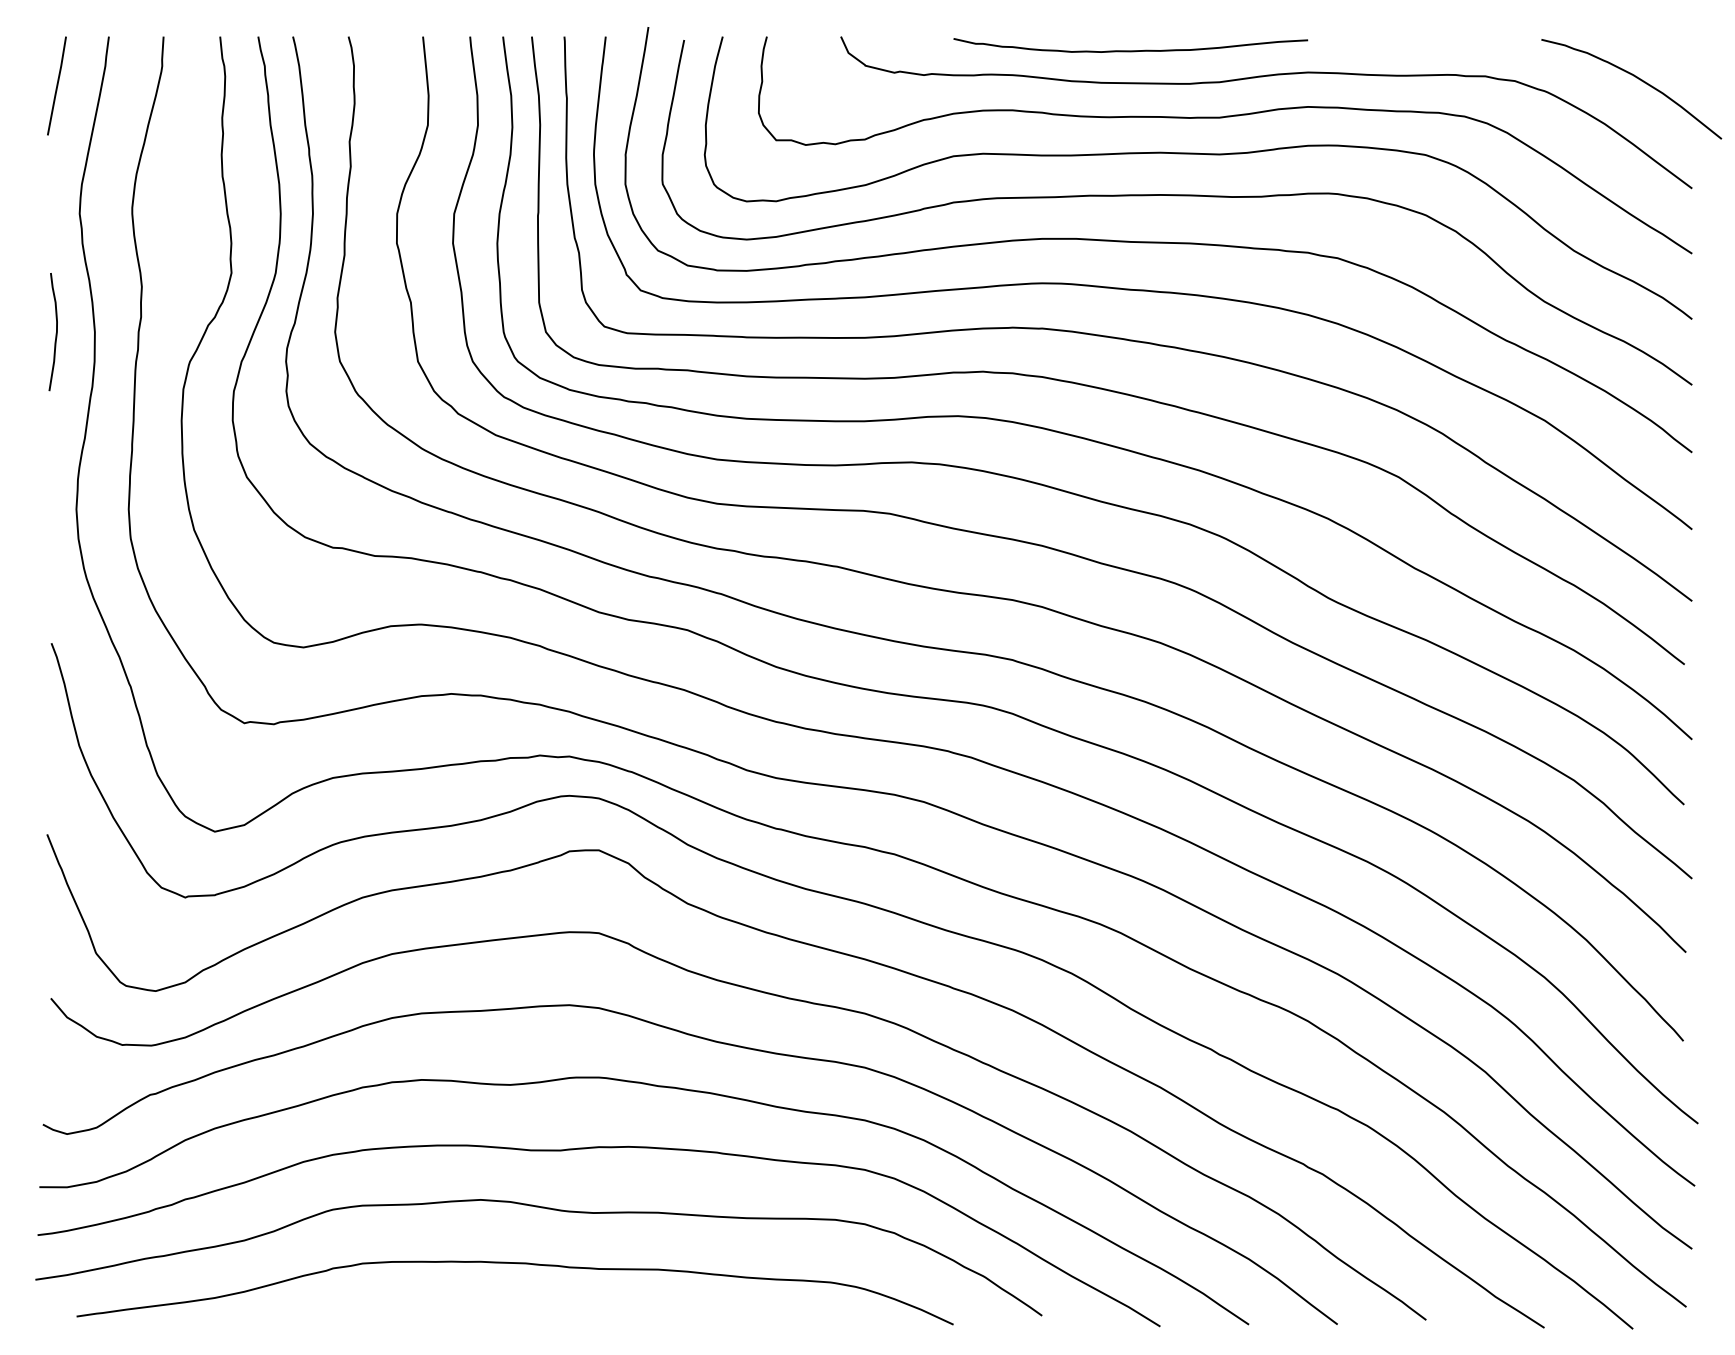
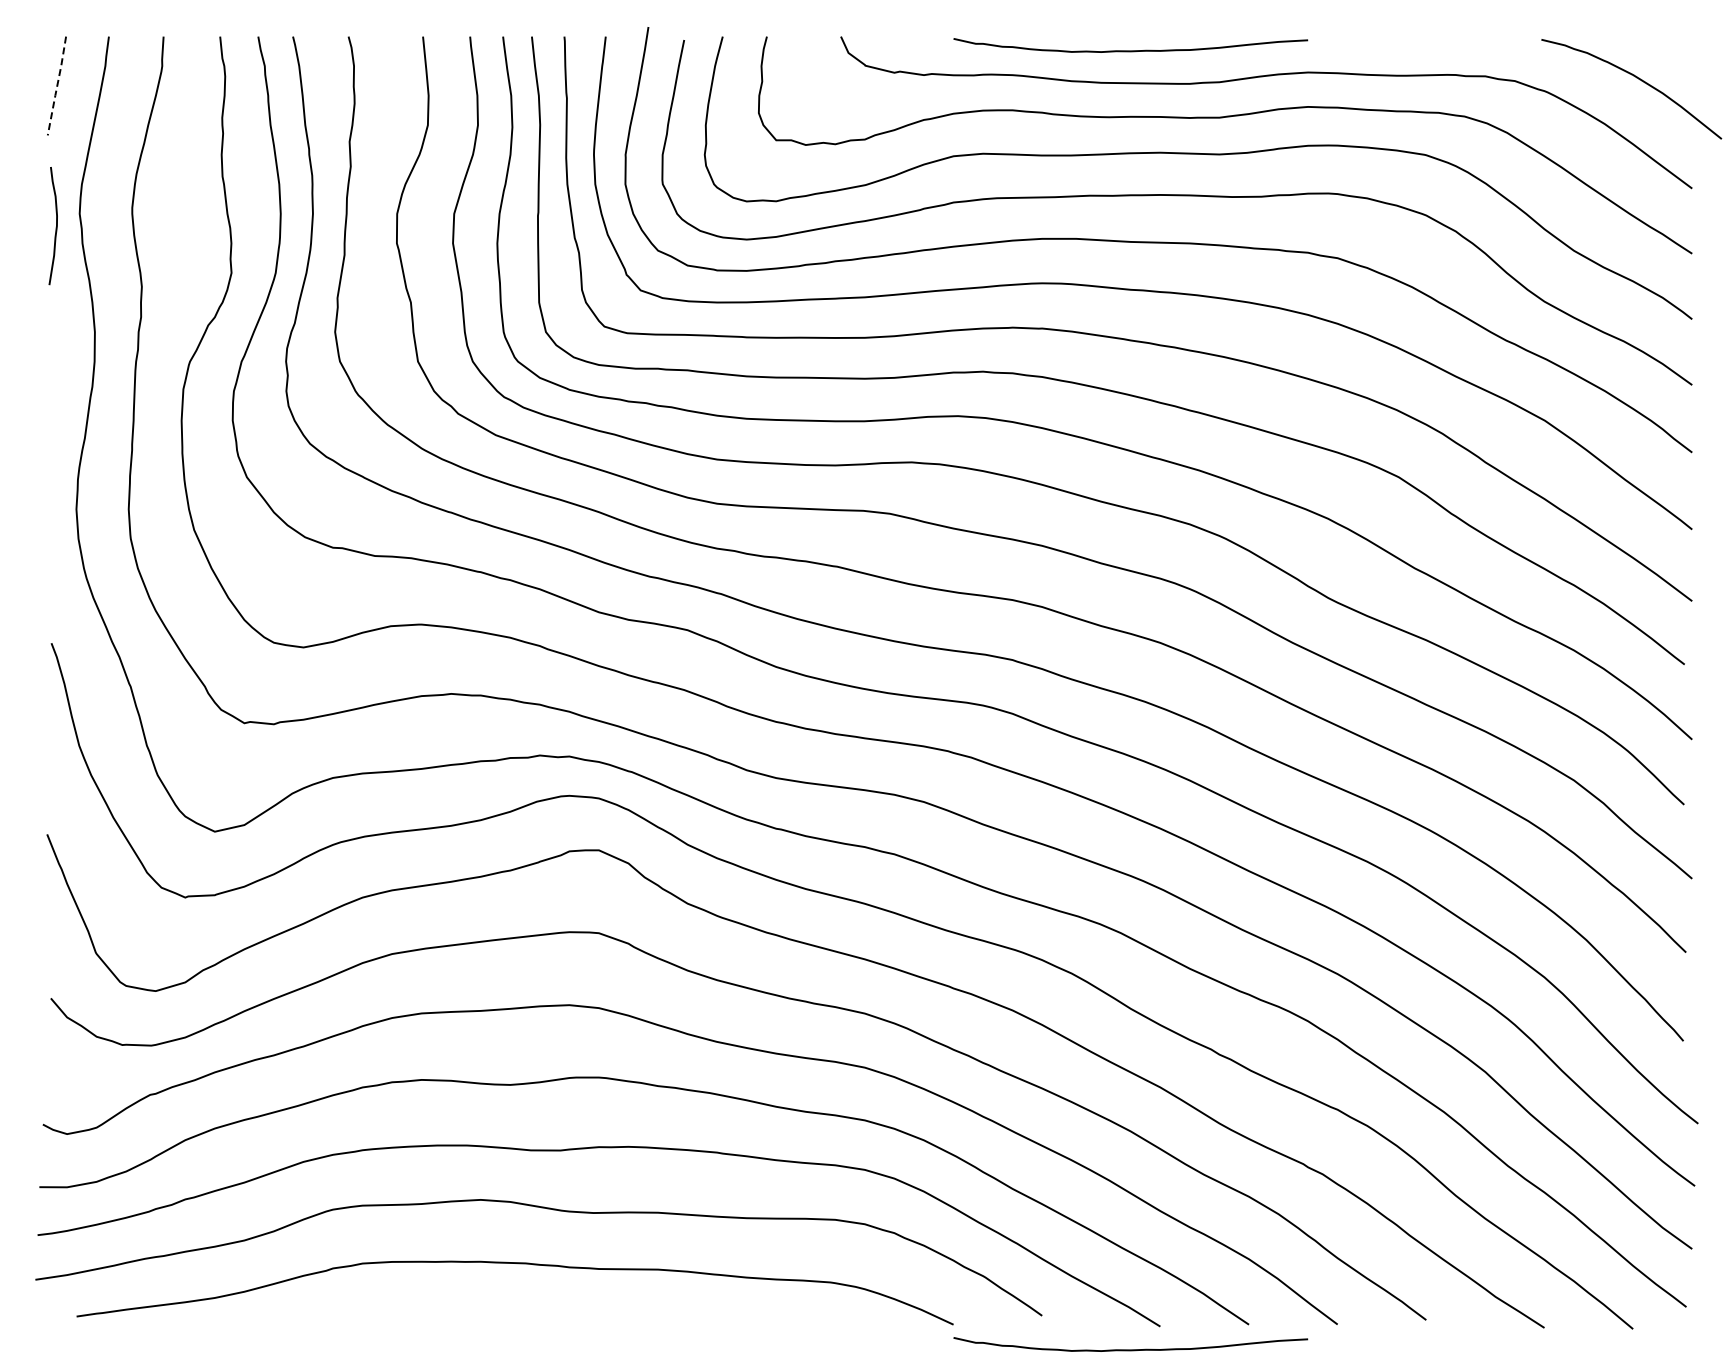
line at (57, 86): solid -> dashed
curve at (55, 333) position: (55, 333) -> (55, 227)
curve at (1130, 1349): none -> present
